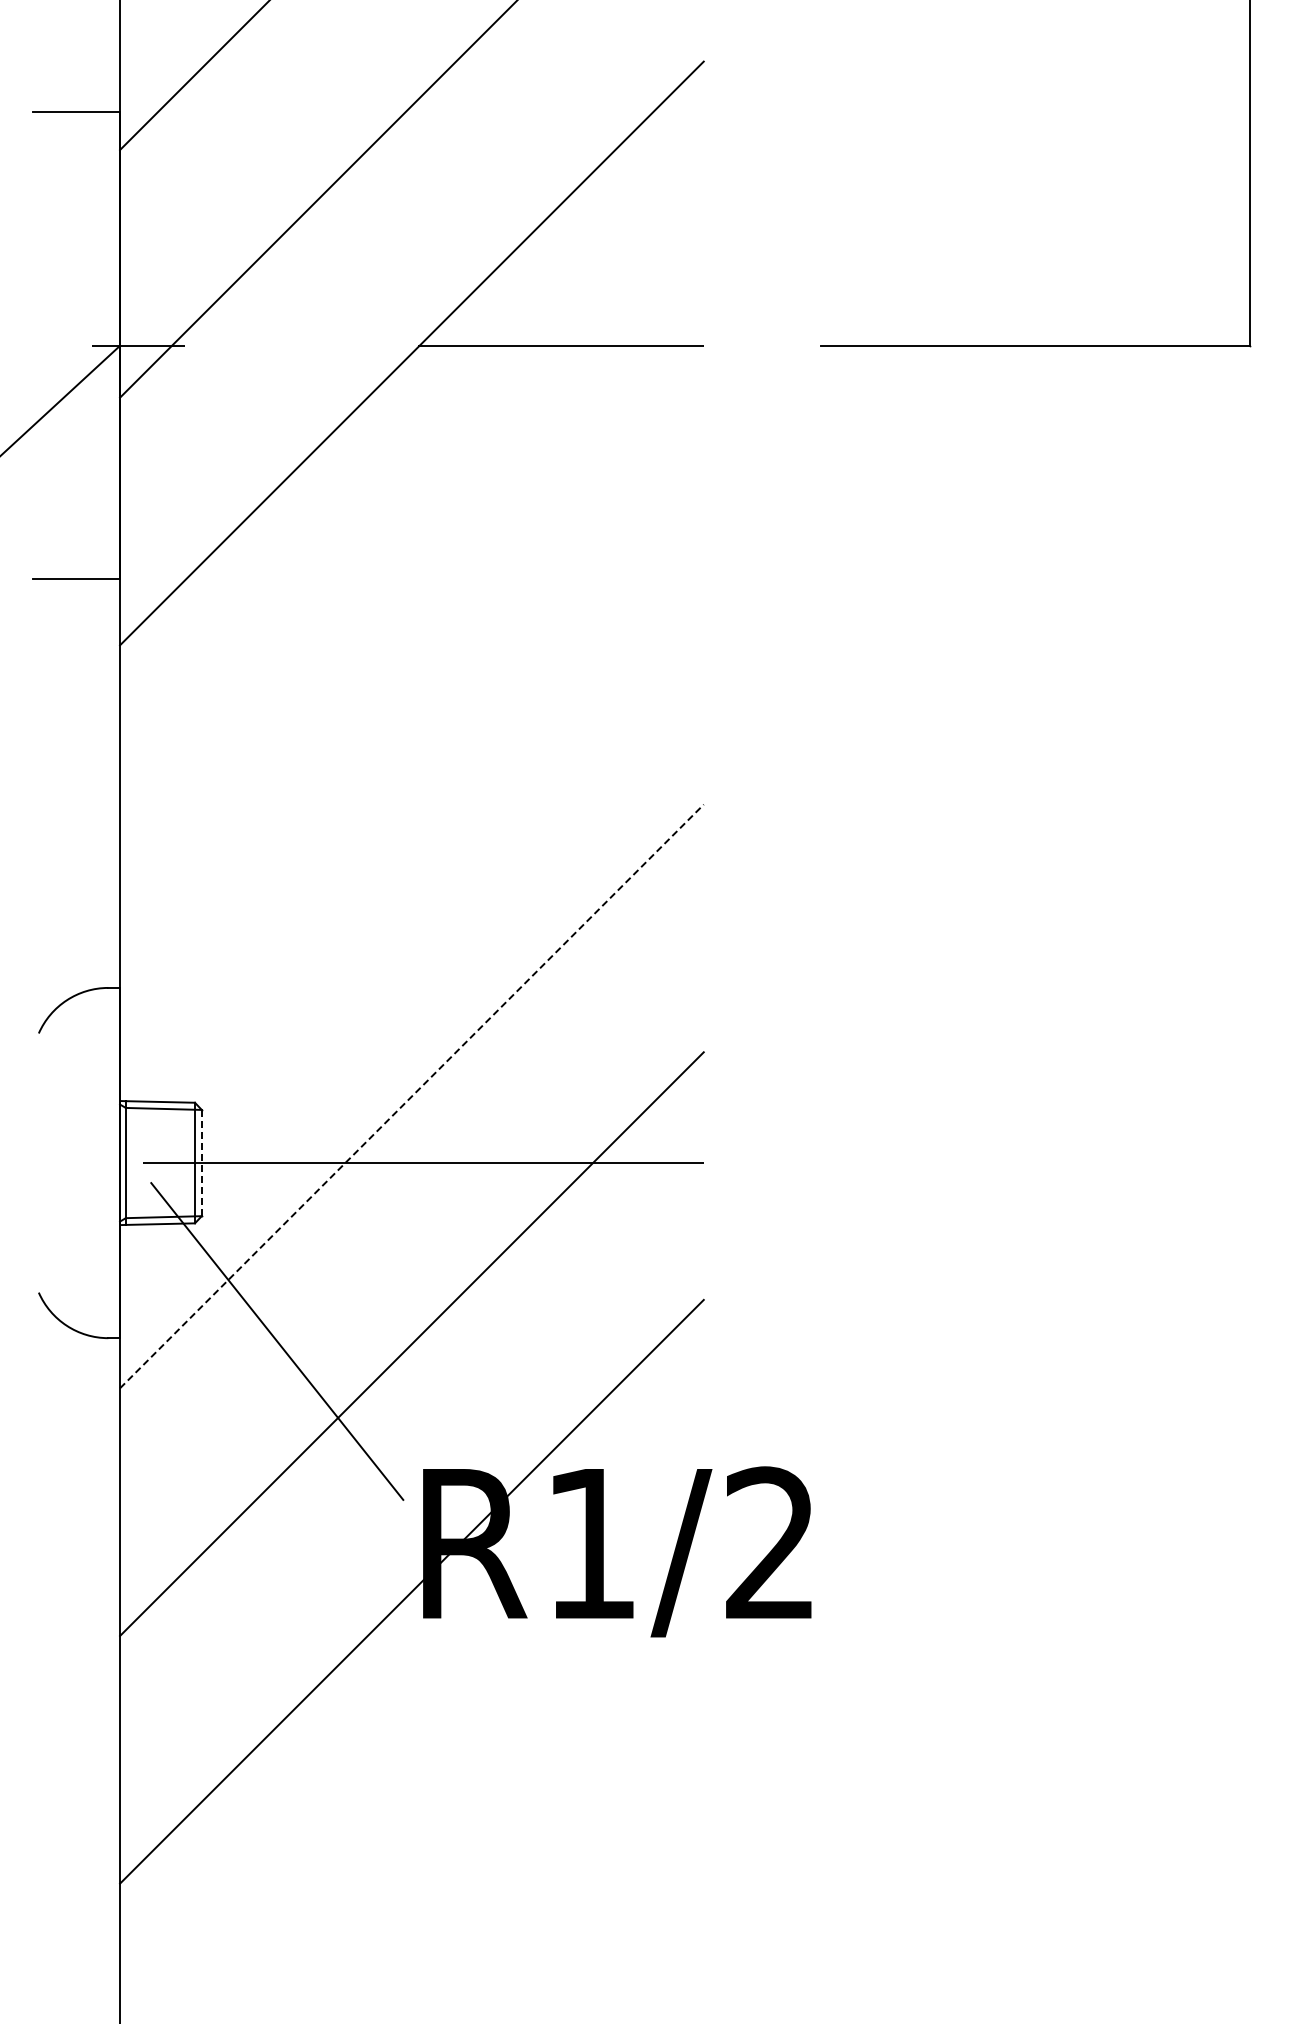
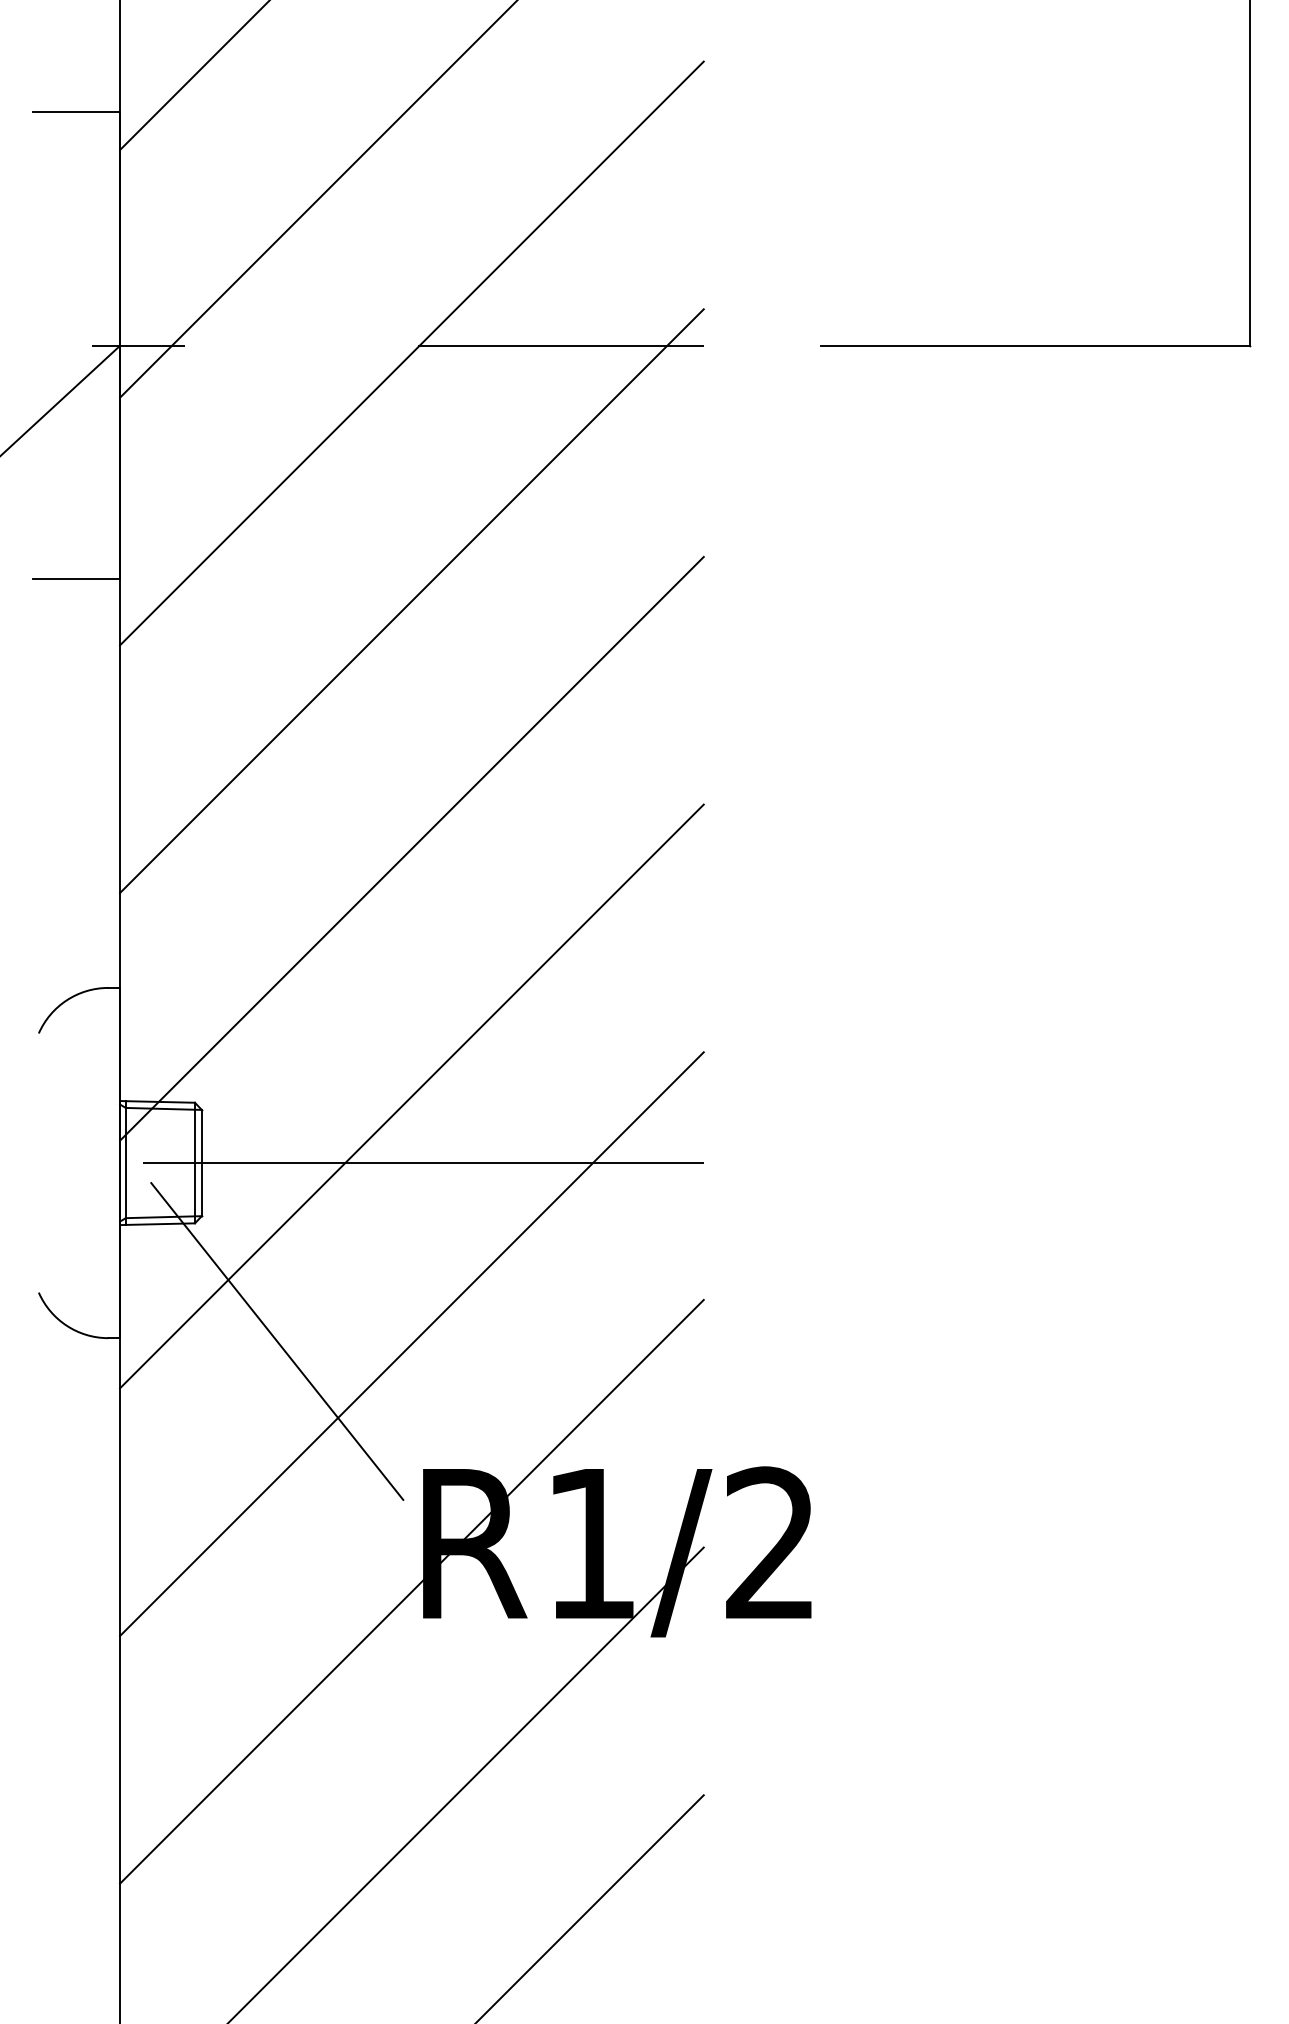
line at (411, 601): none -> present
line at (411, 848): none -> present
line at (411, 1096): dashed -> solid
line at (201, 1162): dashed -> solid
line at (466, 1783): none -> present
line at (590, 1907): none -> present
